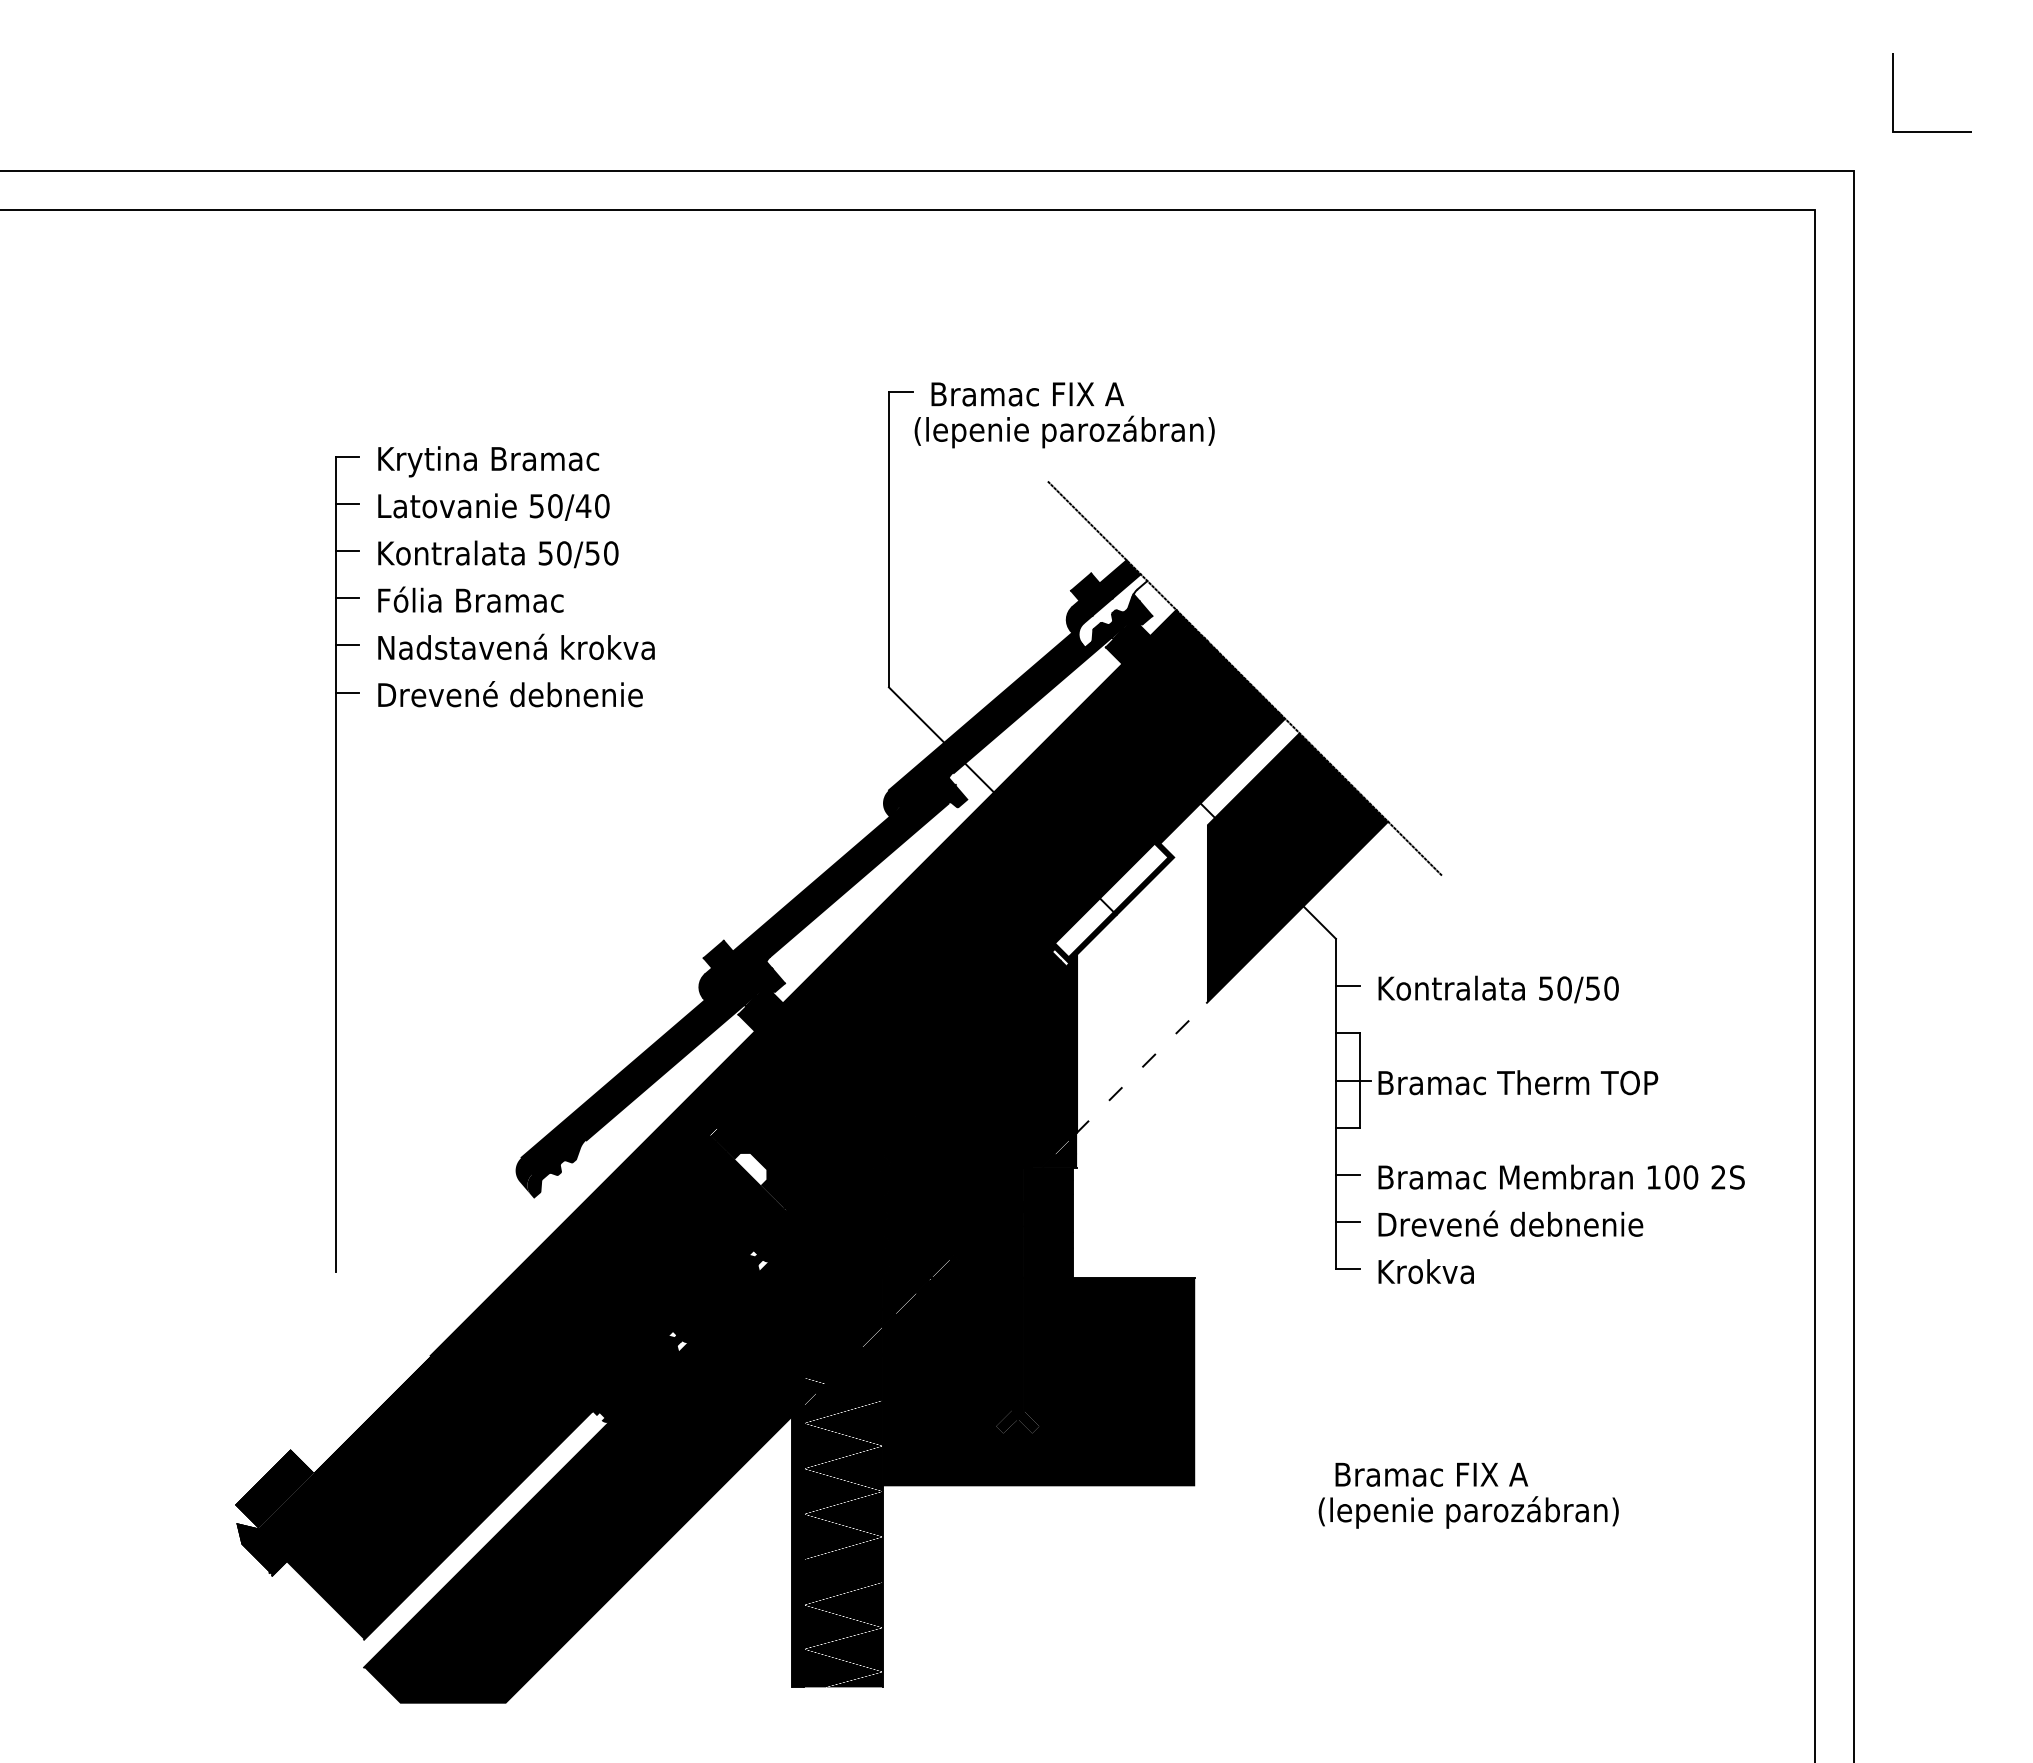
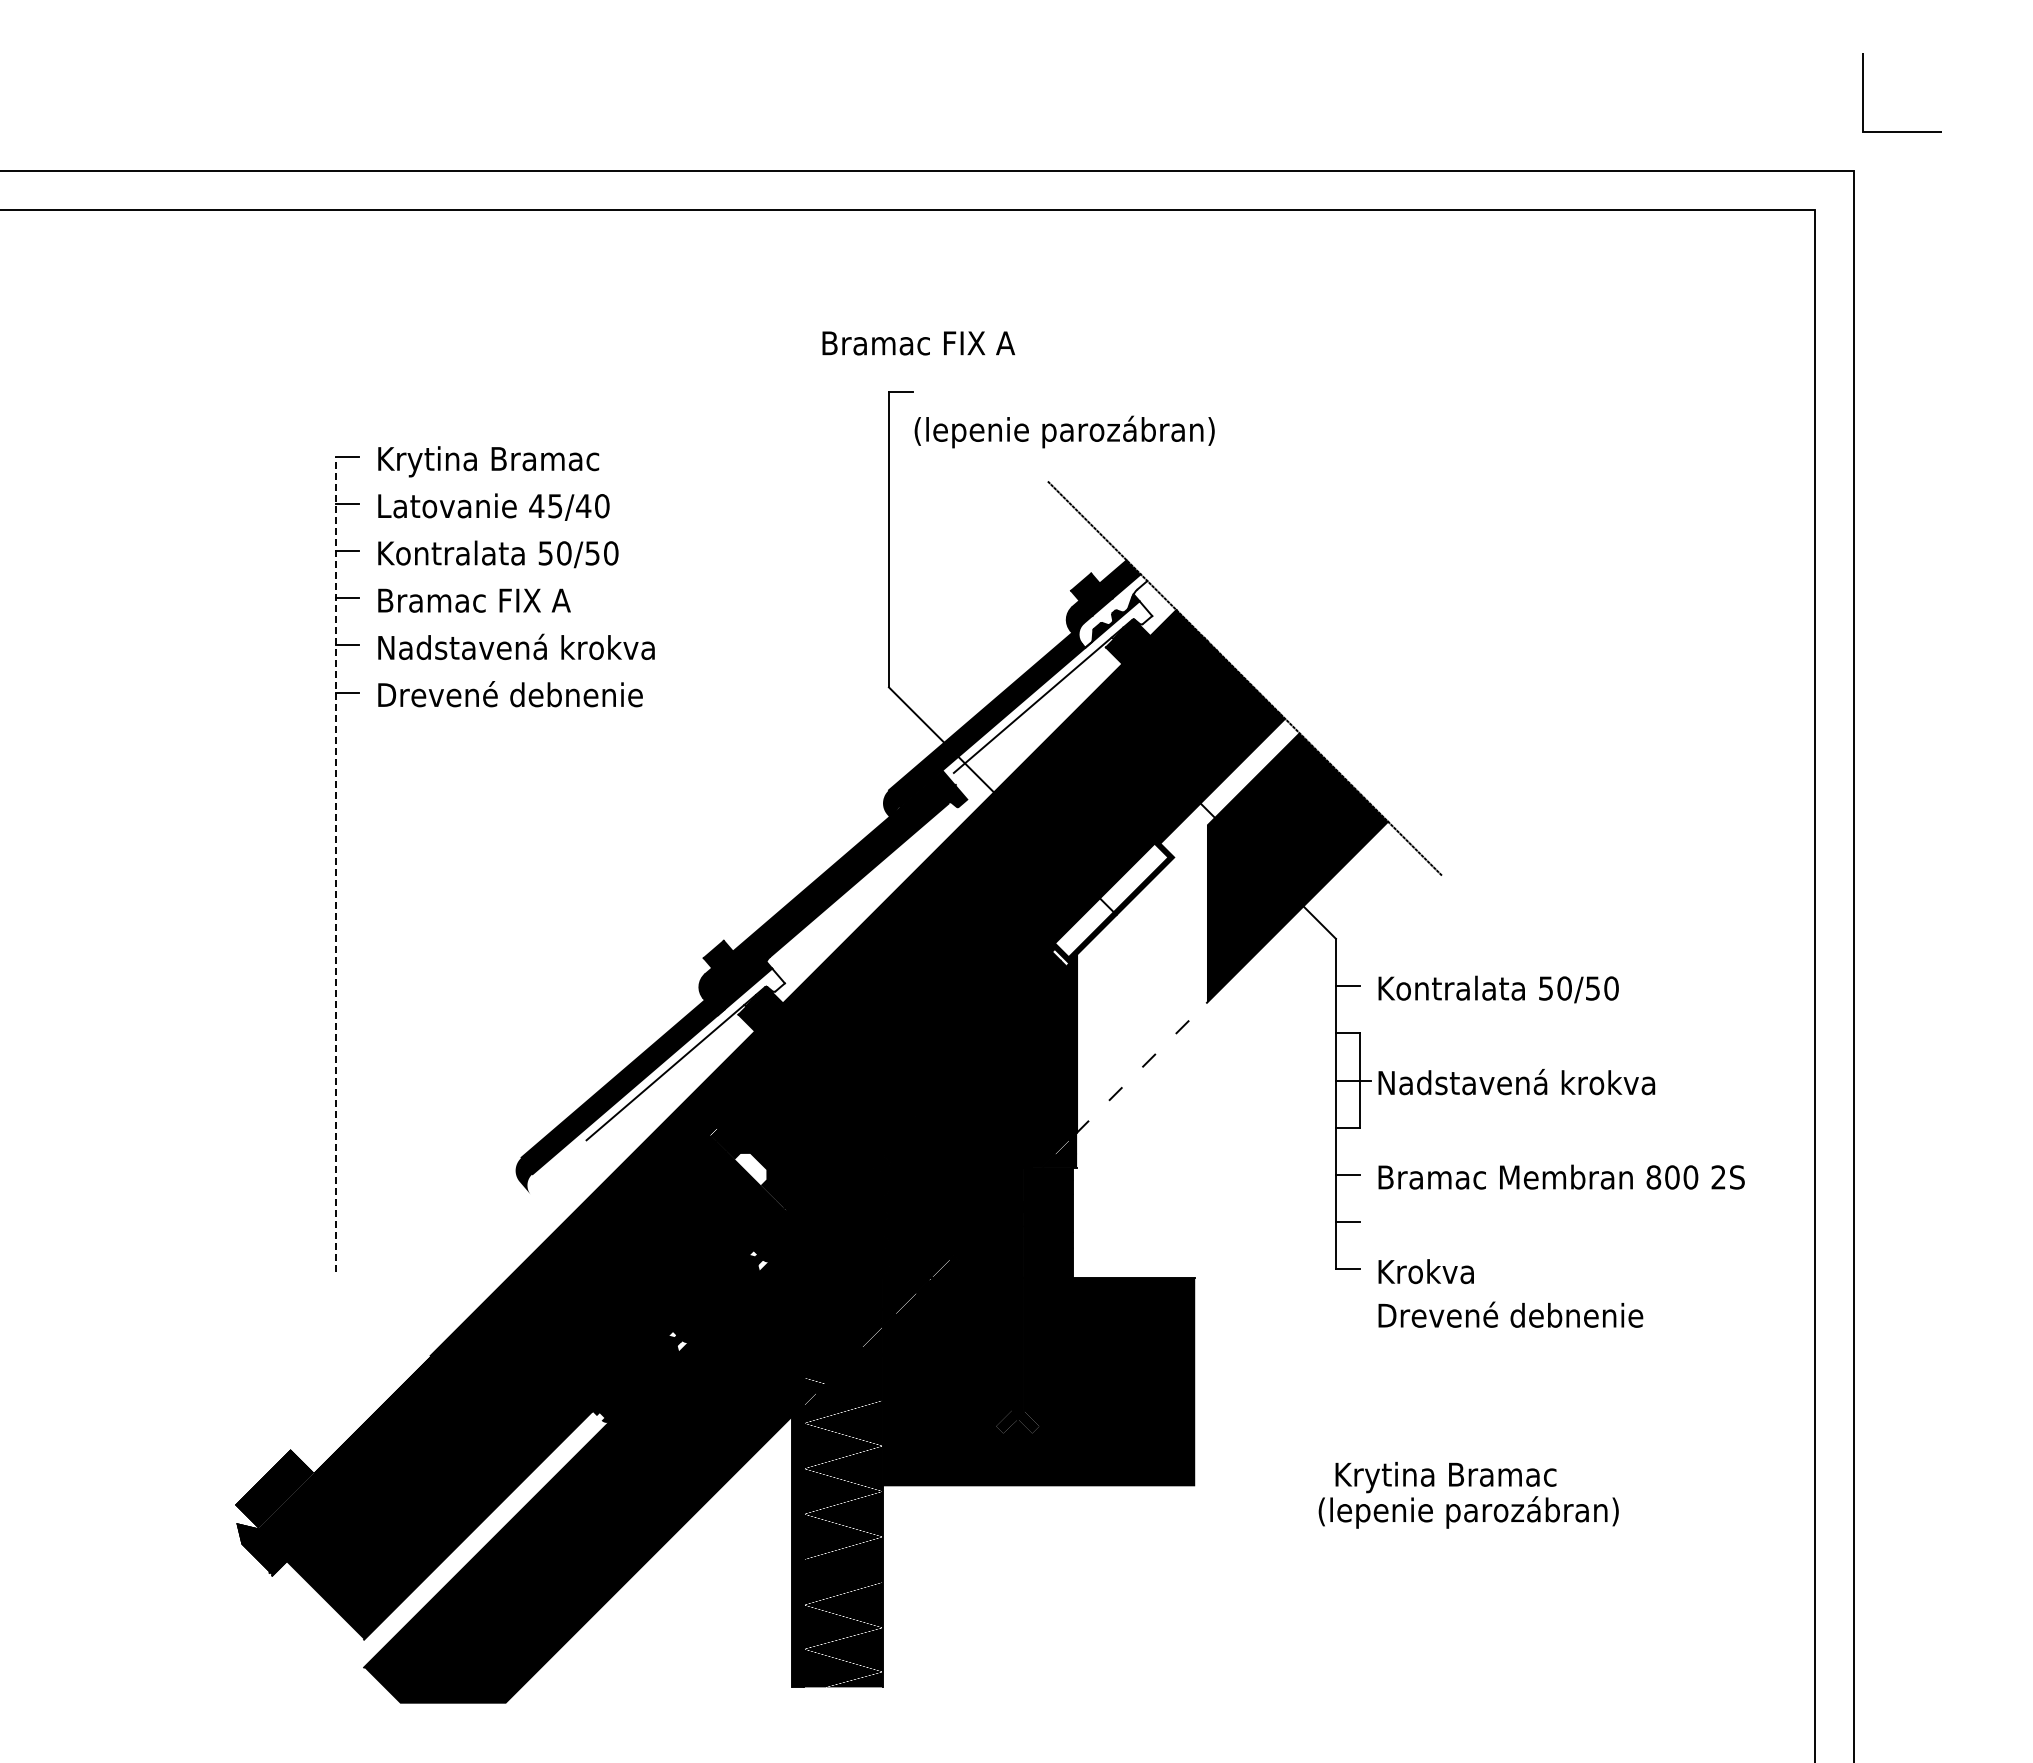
line at (1893, 92) position: (1893, 92) -> (1863, 92)
text at (1027, 394) position: (1027, 394) -> (918, 343)
text at (545, 506): 50/40 -> 45/40
text at (475, 599): Fólia Bramac -> Bramac FIX A
fill at (1023, 716): present -> none
line at (335, 864): solid -> dashed
text at (1519, 1081): Bramac Therm TOP -> Nadstavená krokva
fill at (655, 1083): present -> none
text at (1653, 1177): 100 -> 800
text at (1510, 1223) position: (1510, 1223) -> (1510, 1314)
text at (1447, 1477): Bramac FIX A -> Krytina Bramac
